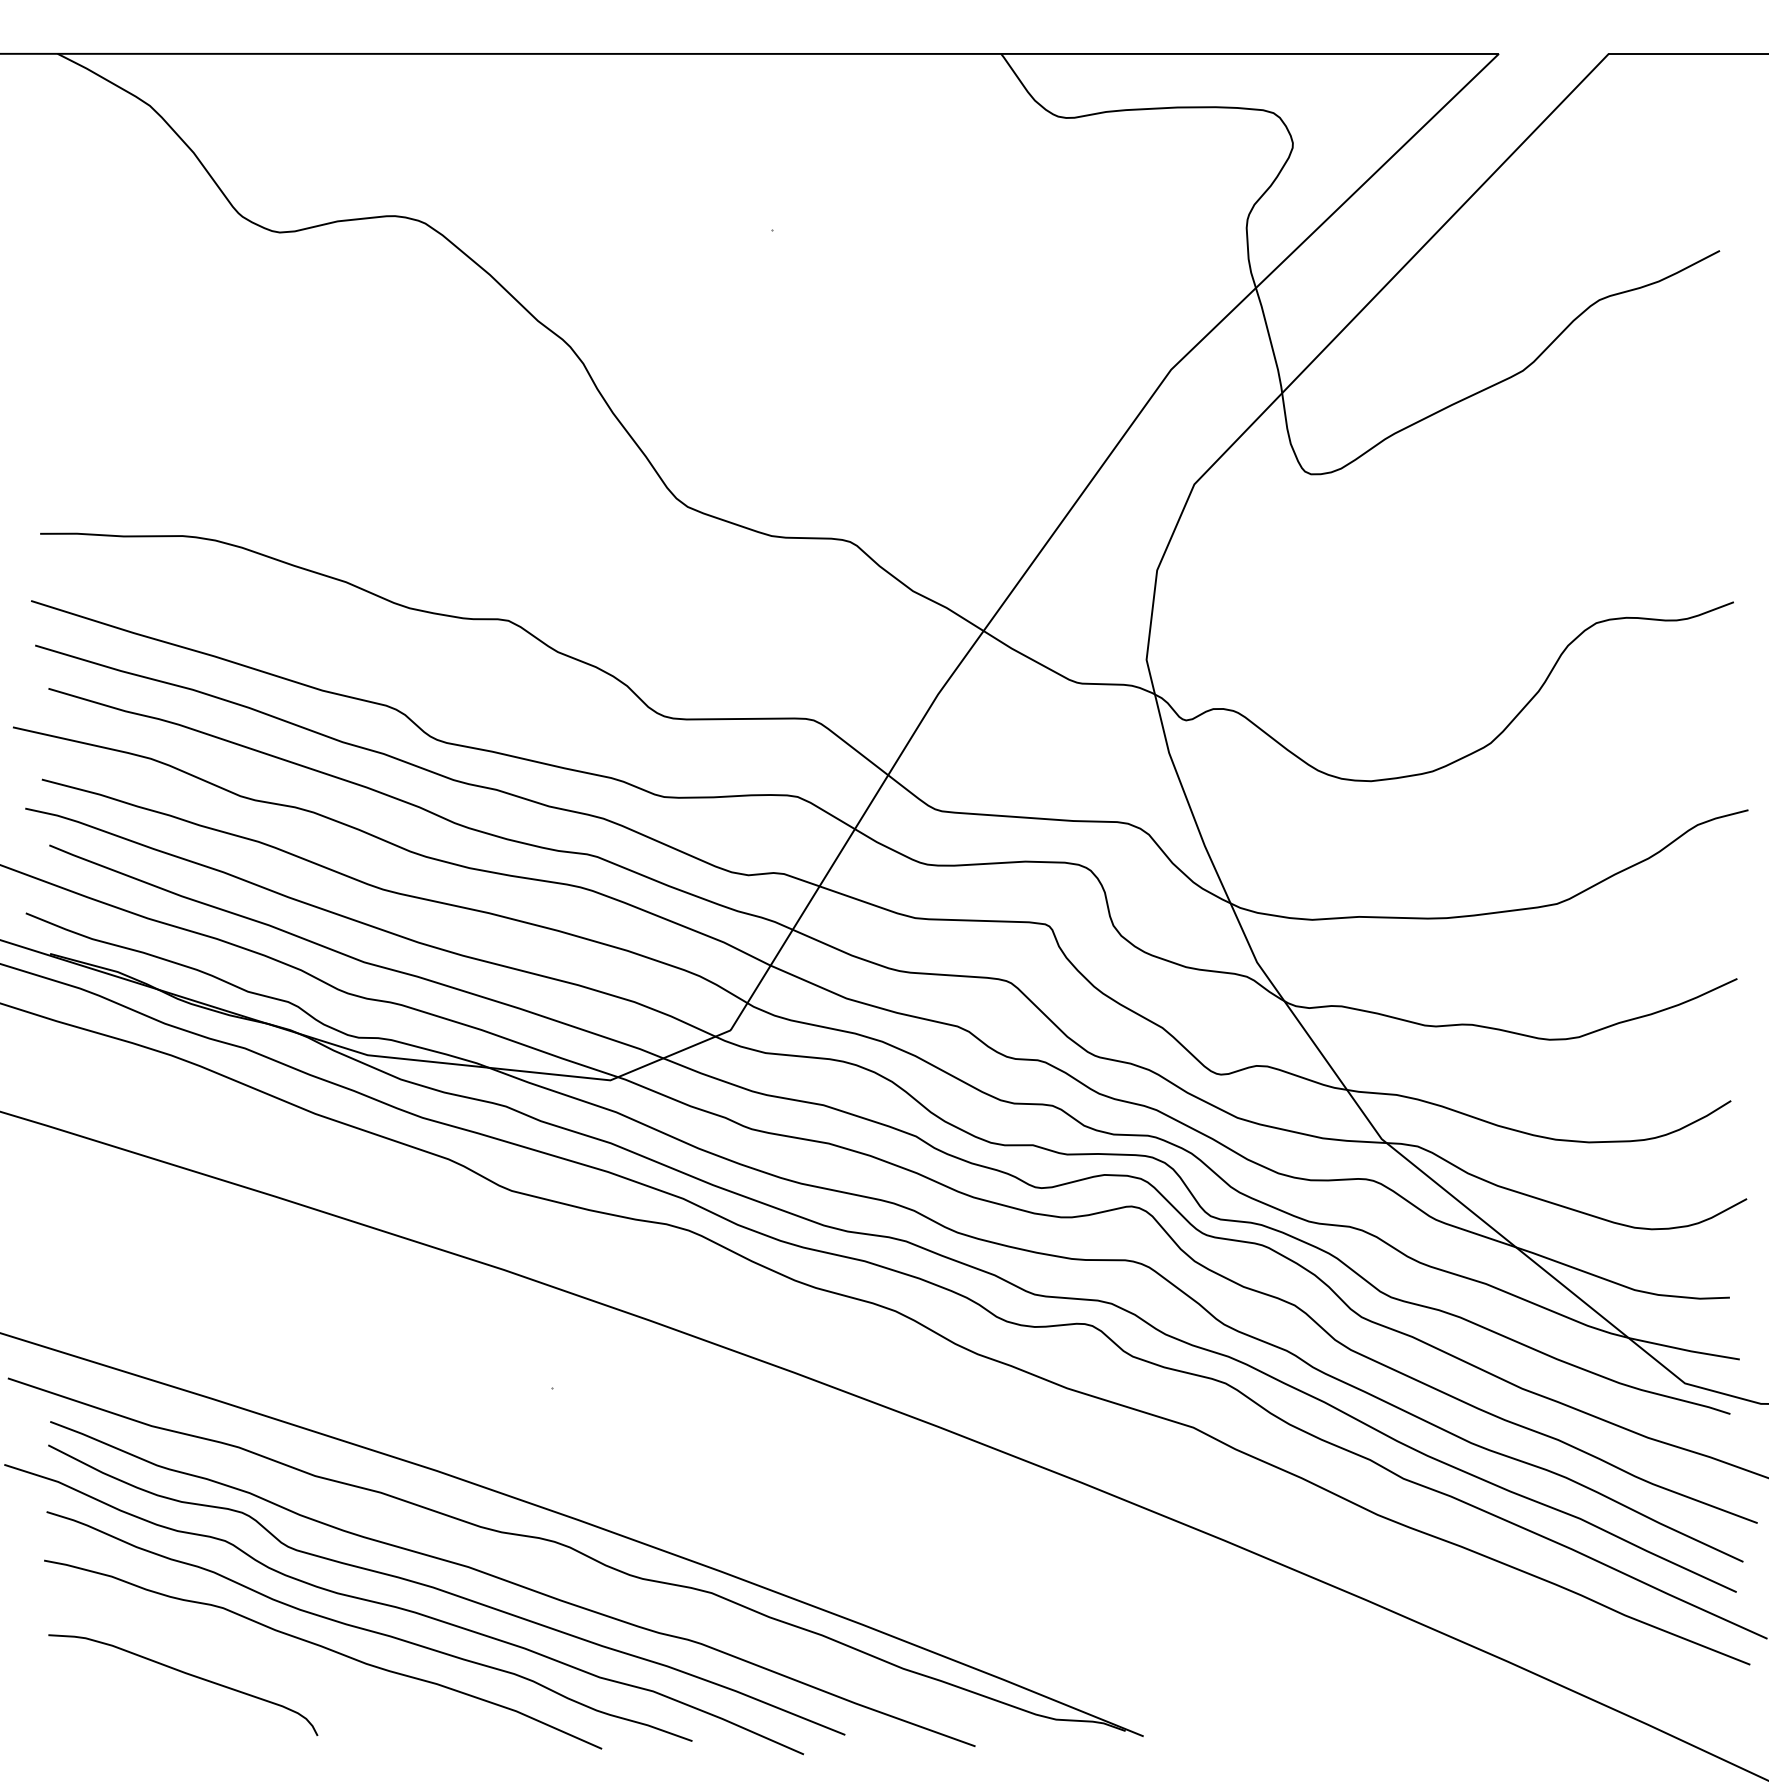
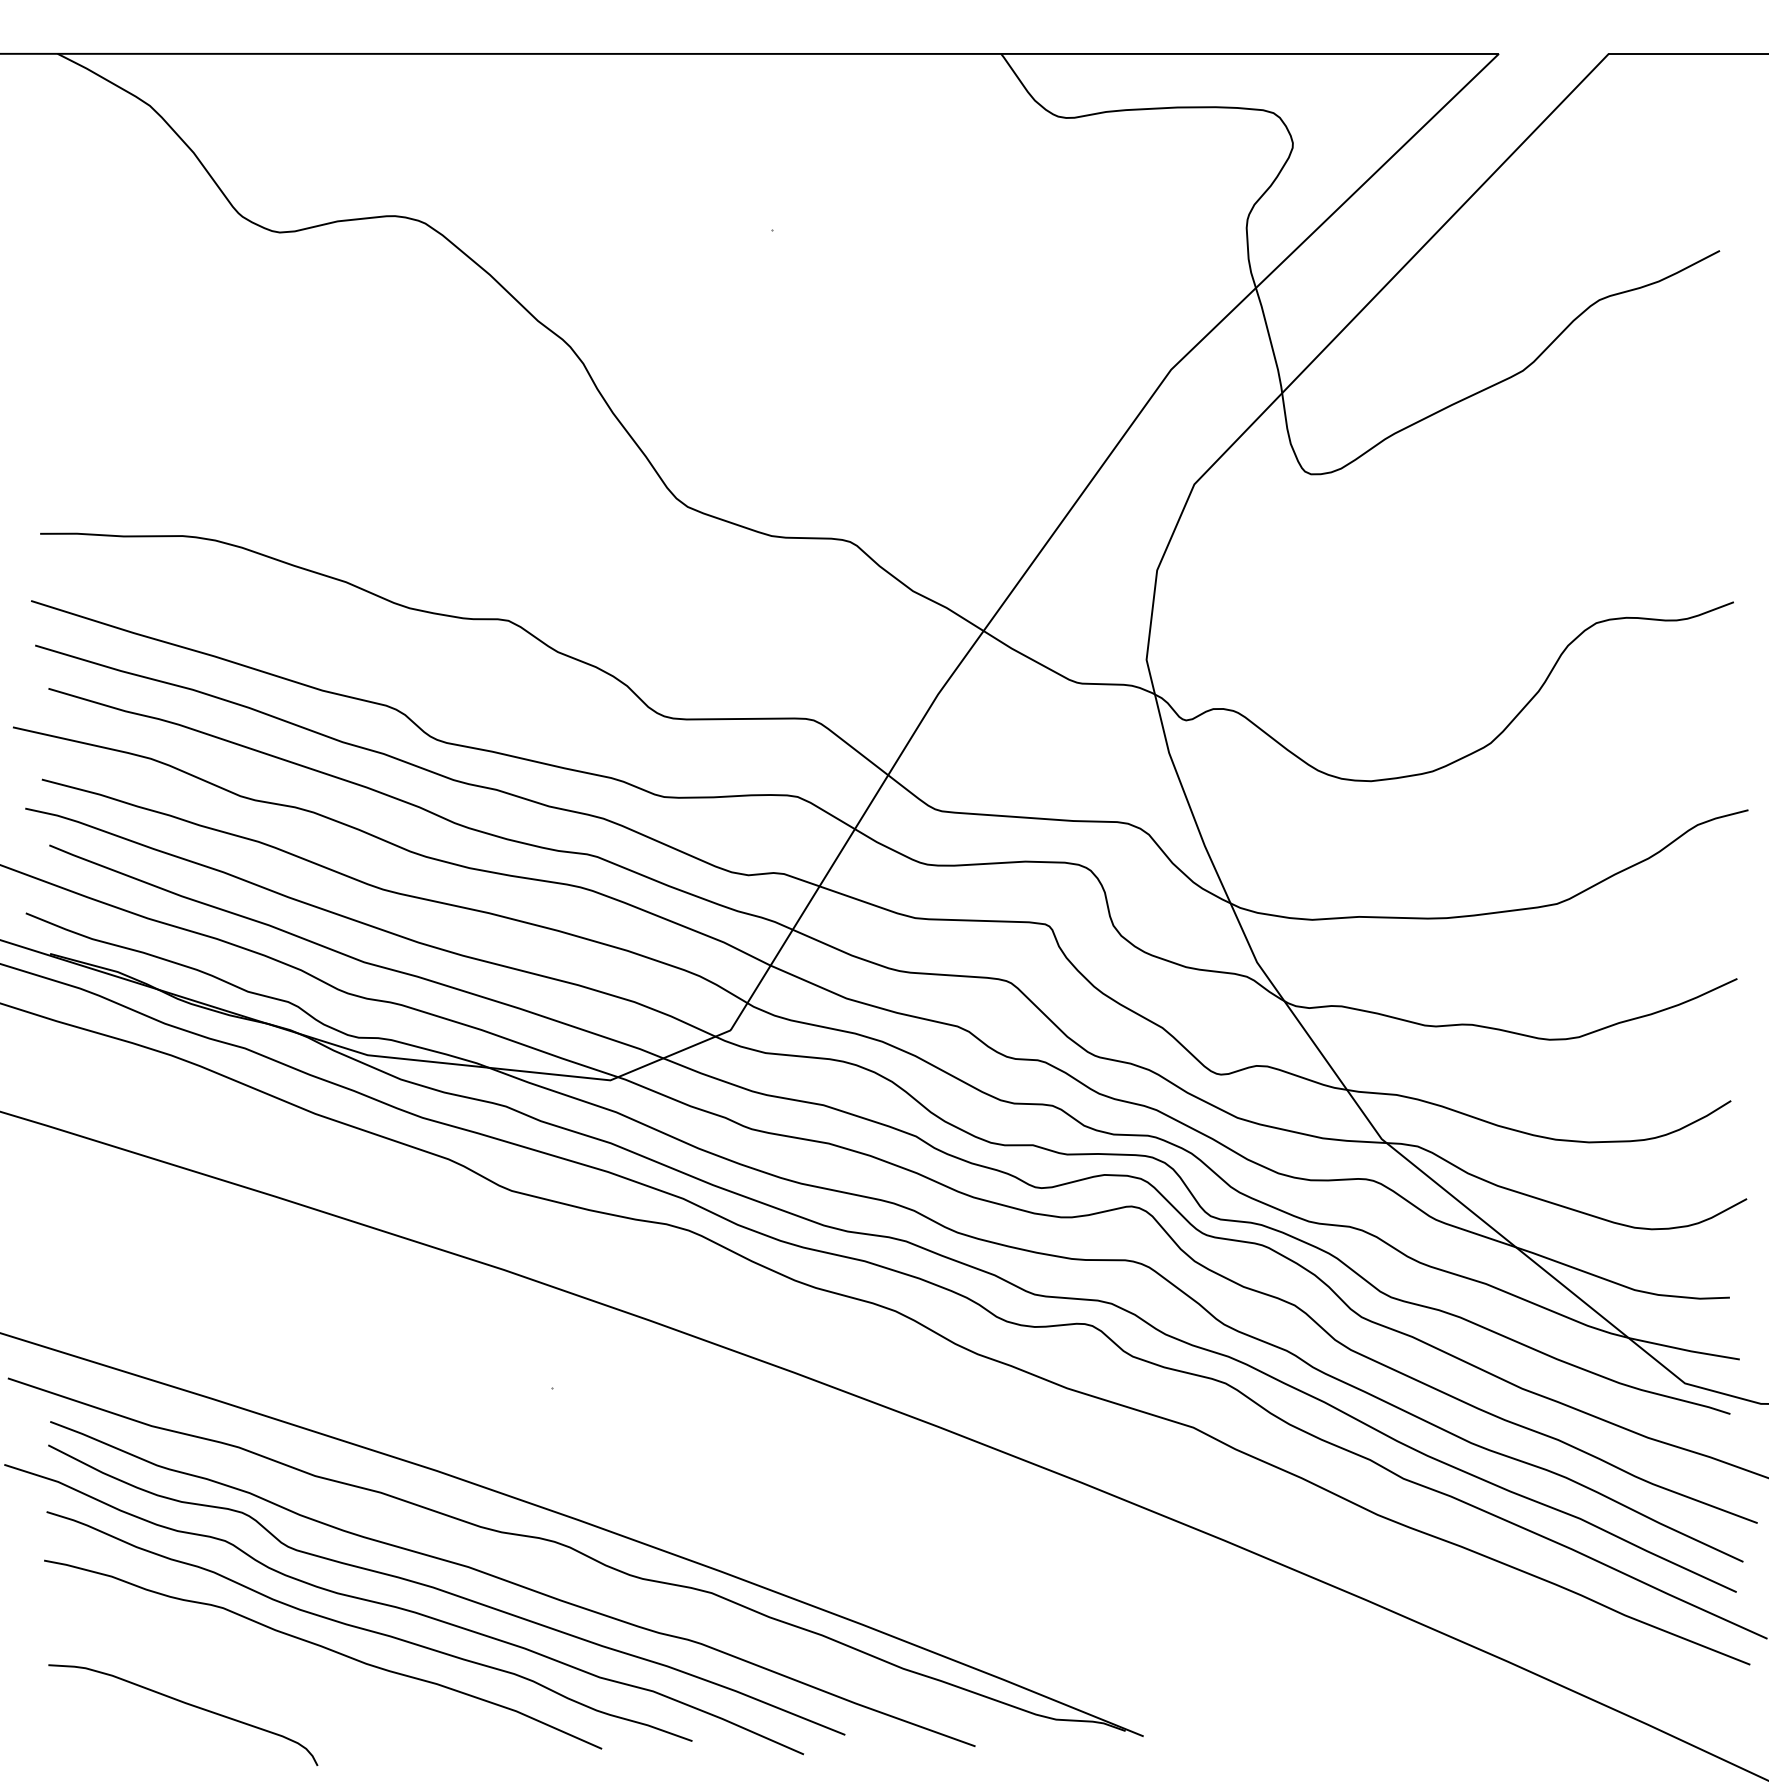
curve at (188, 1675) position: (188, 1675) -> (188, 1705)
